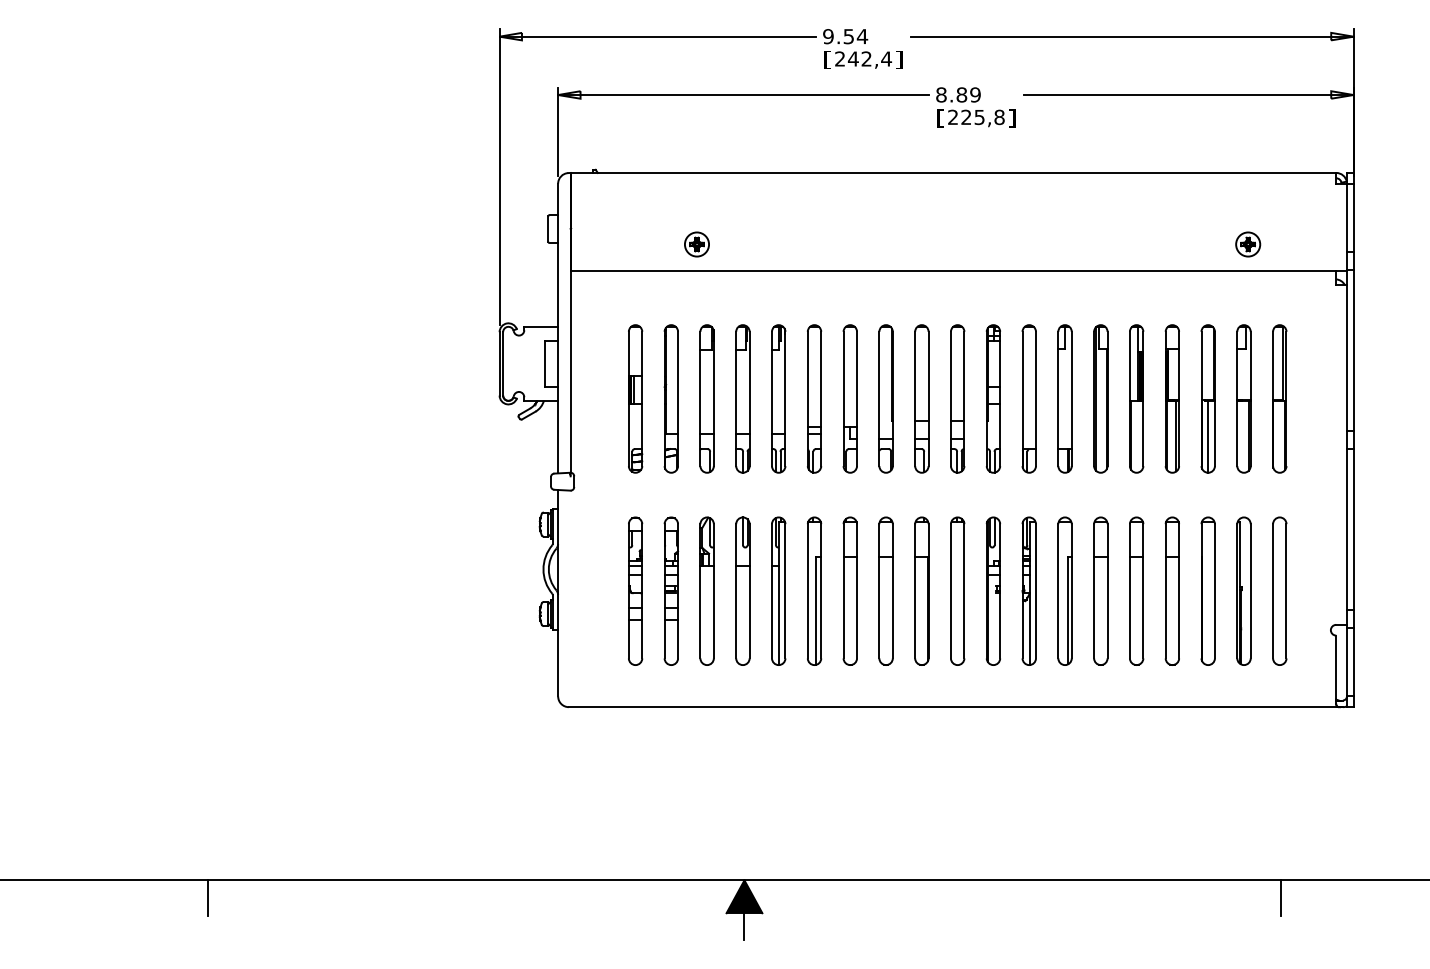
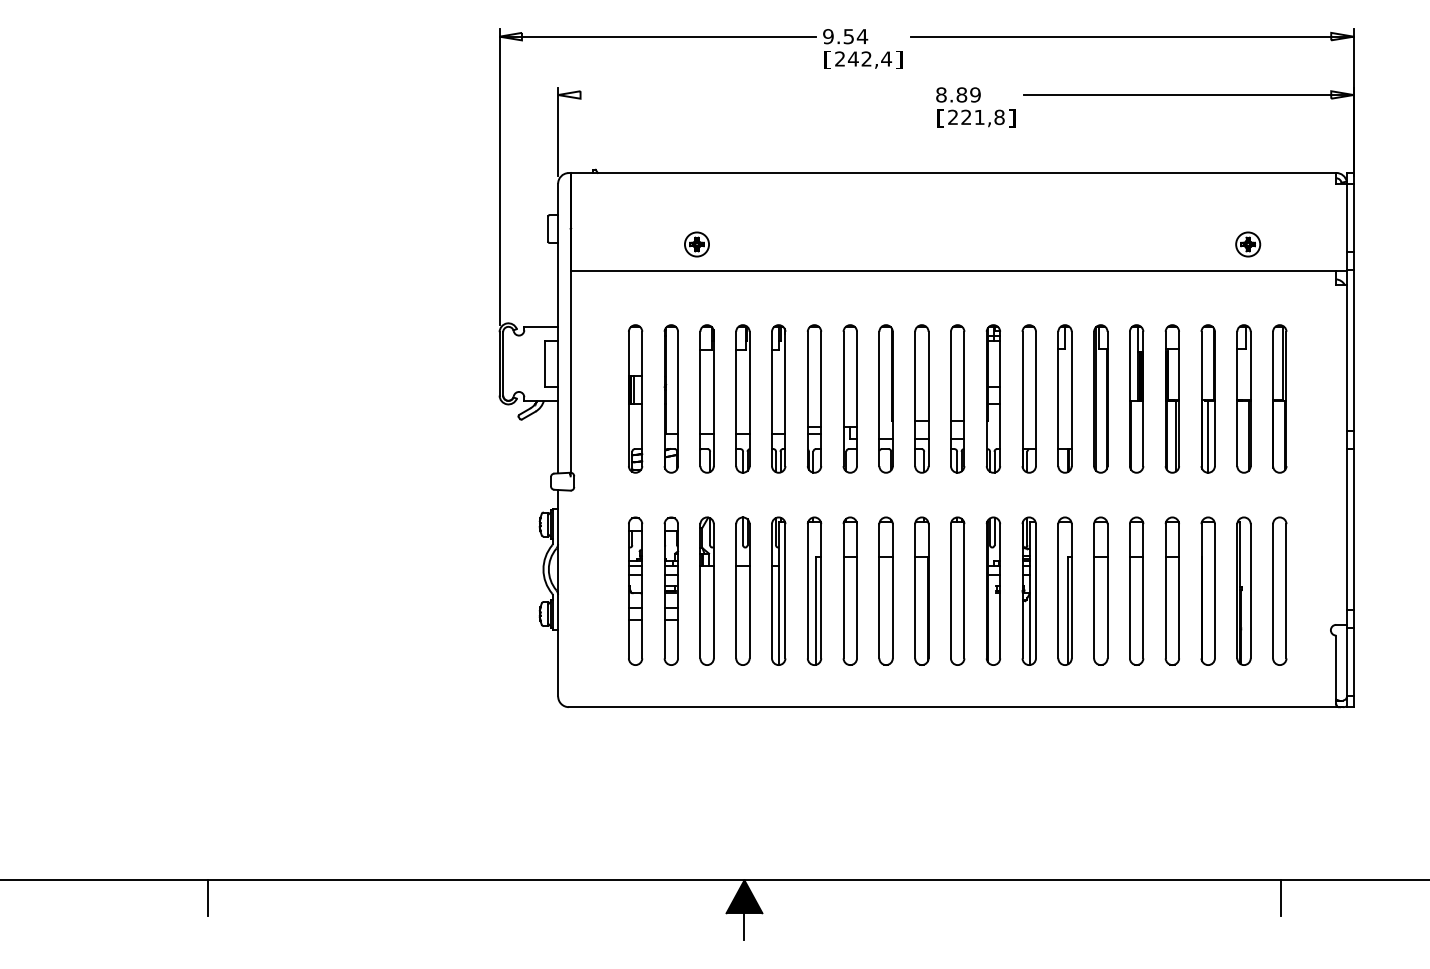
line at (743, 95): present -> none
text at (979, 117): 225,8 -> 221,8
